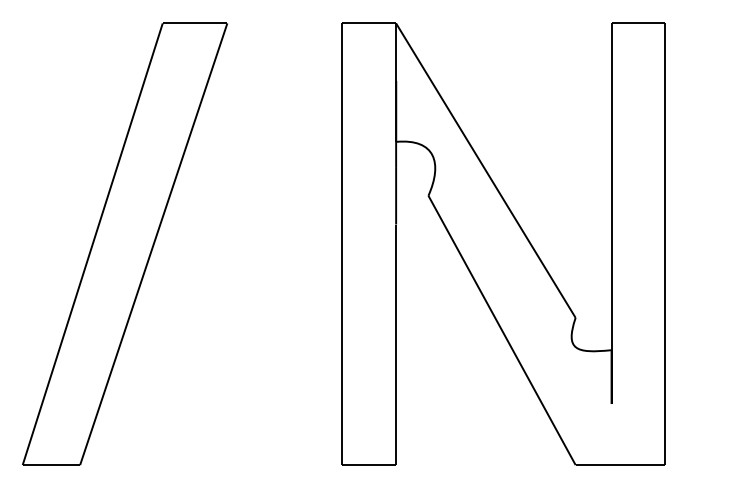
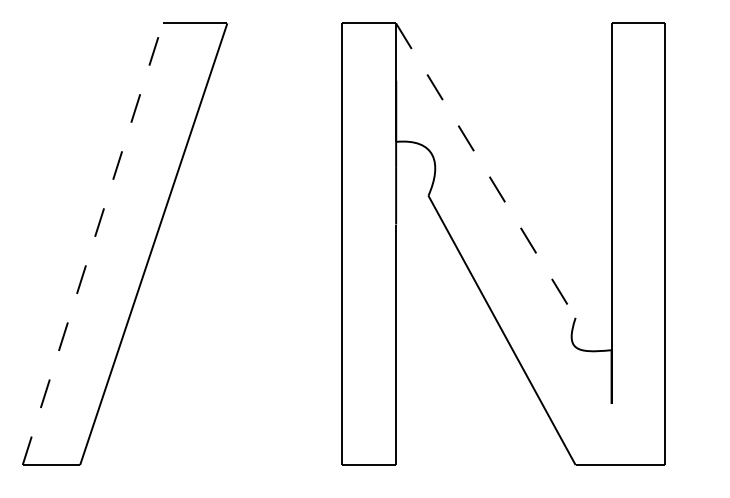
line at (486, 171): solid -> dashed
line at (92, 244): solid -> dashed
